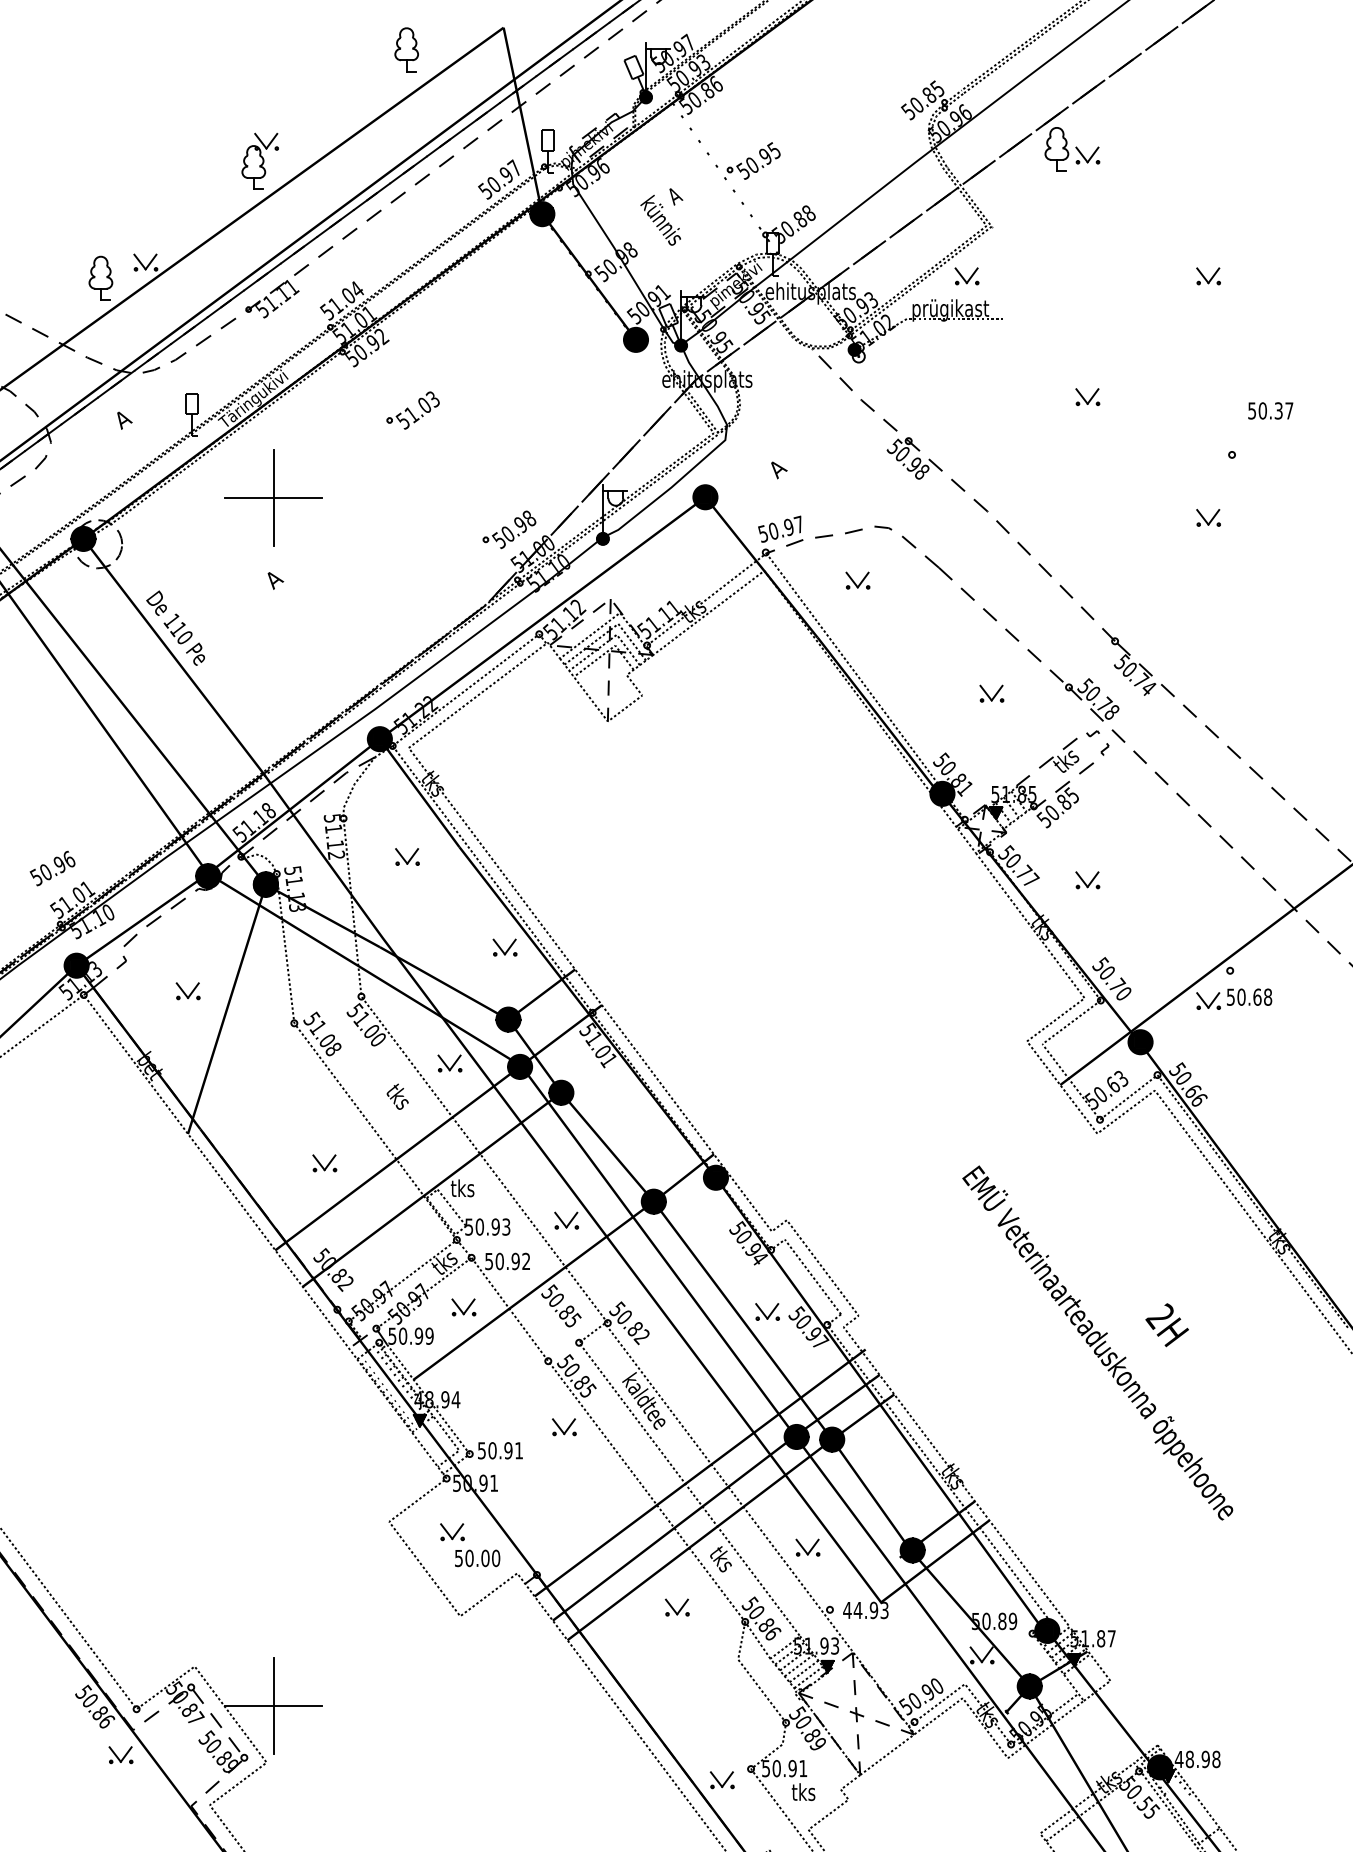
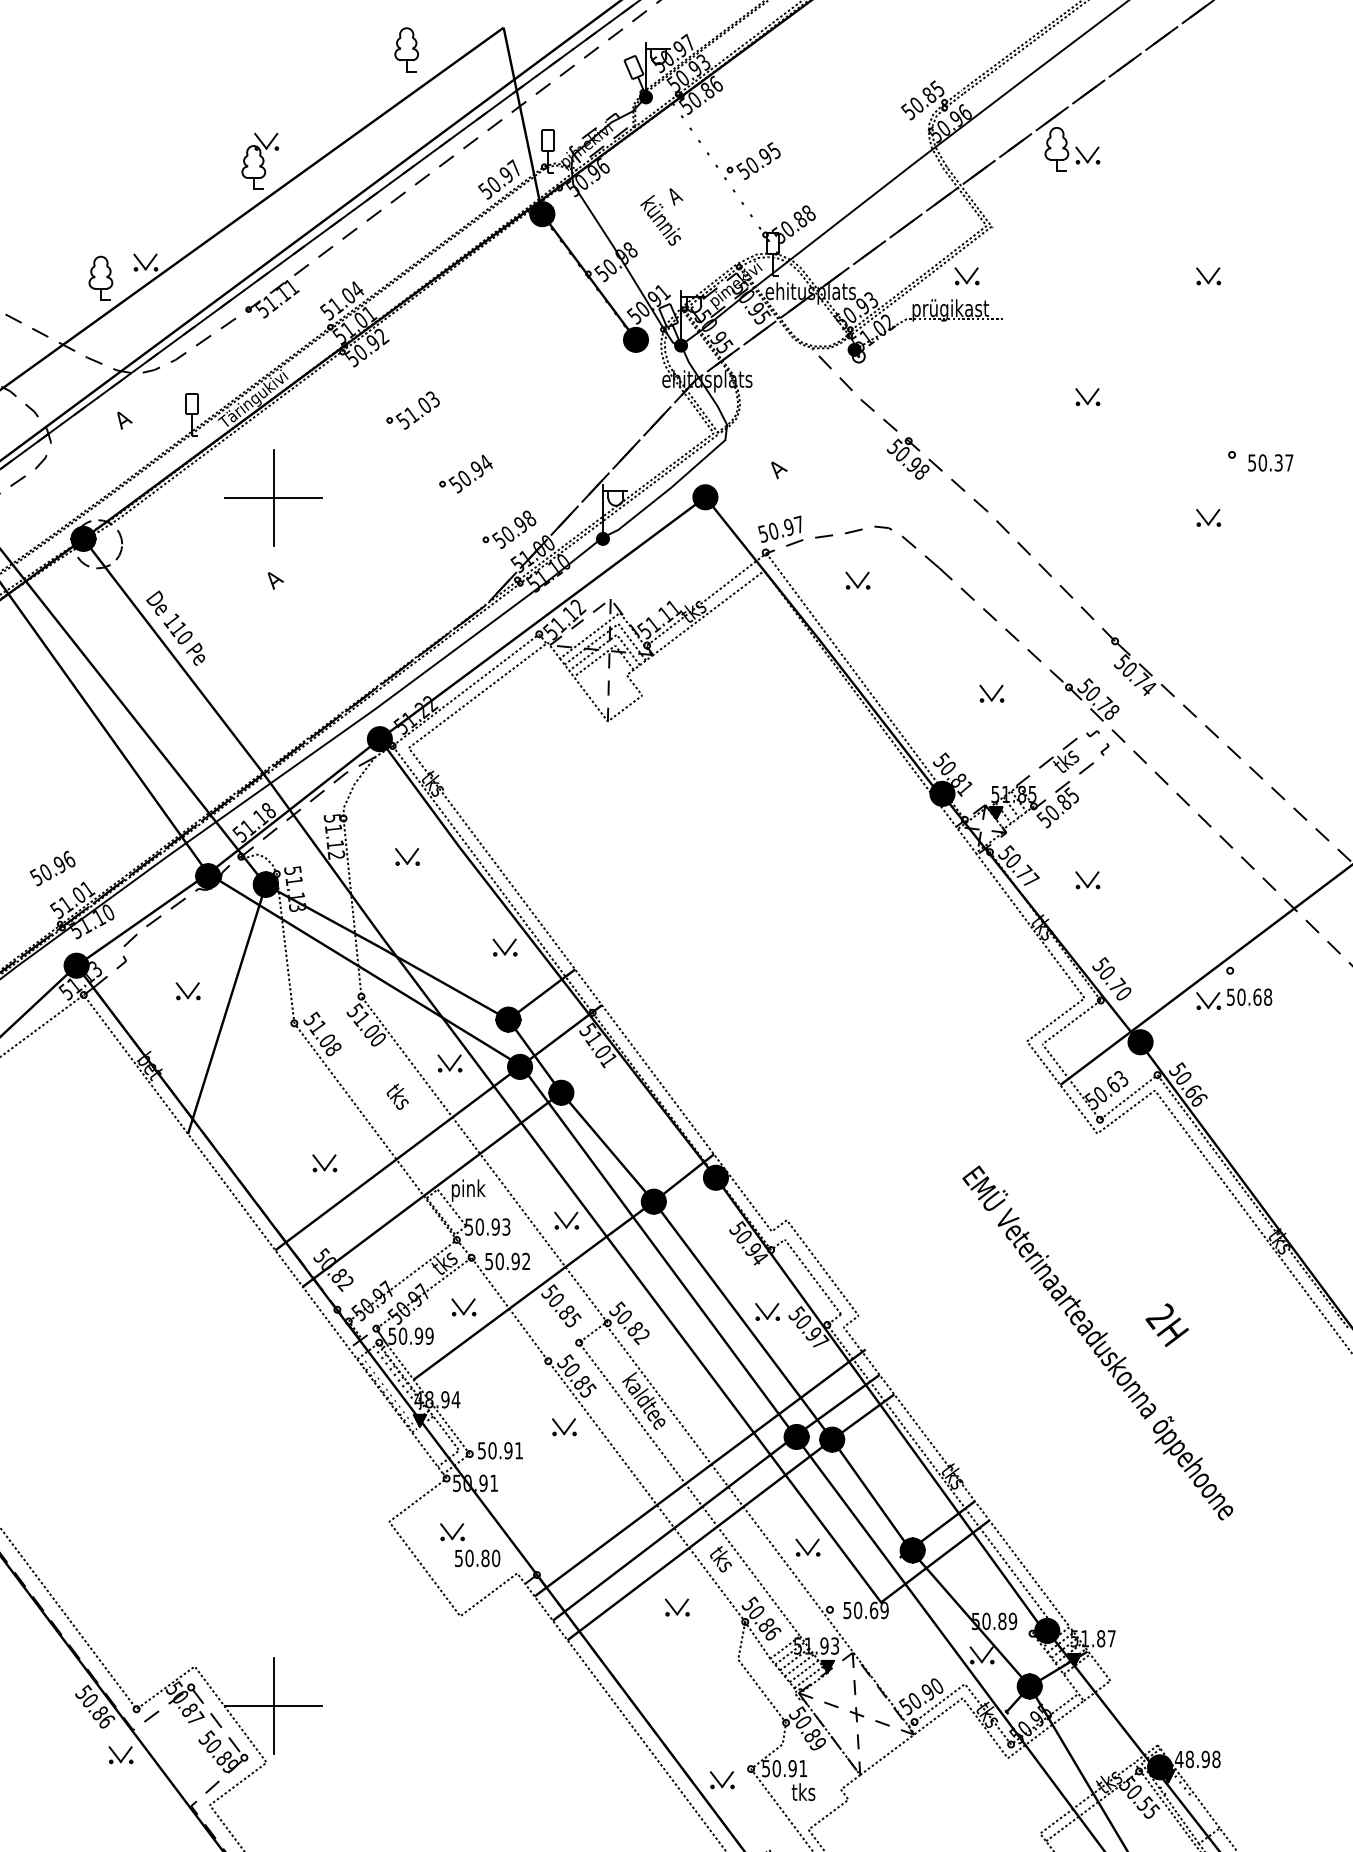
text at (1270, 410) position: (1270, 410) -> (1270, 462)
part at (465, 473): none -> present
text at (467, 1190): tks -> pink
text at (485, 1558): 50.00 -> 50.80
text at (865, 1610): 44.93 -> 50.69
